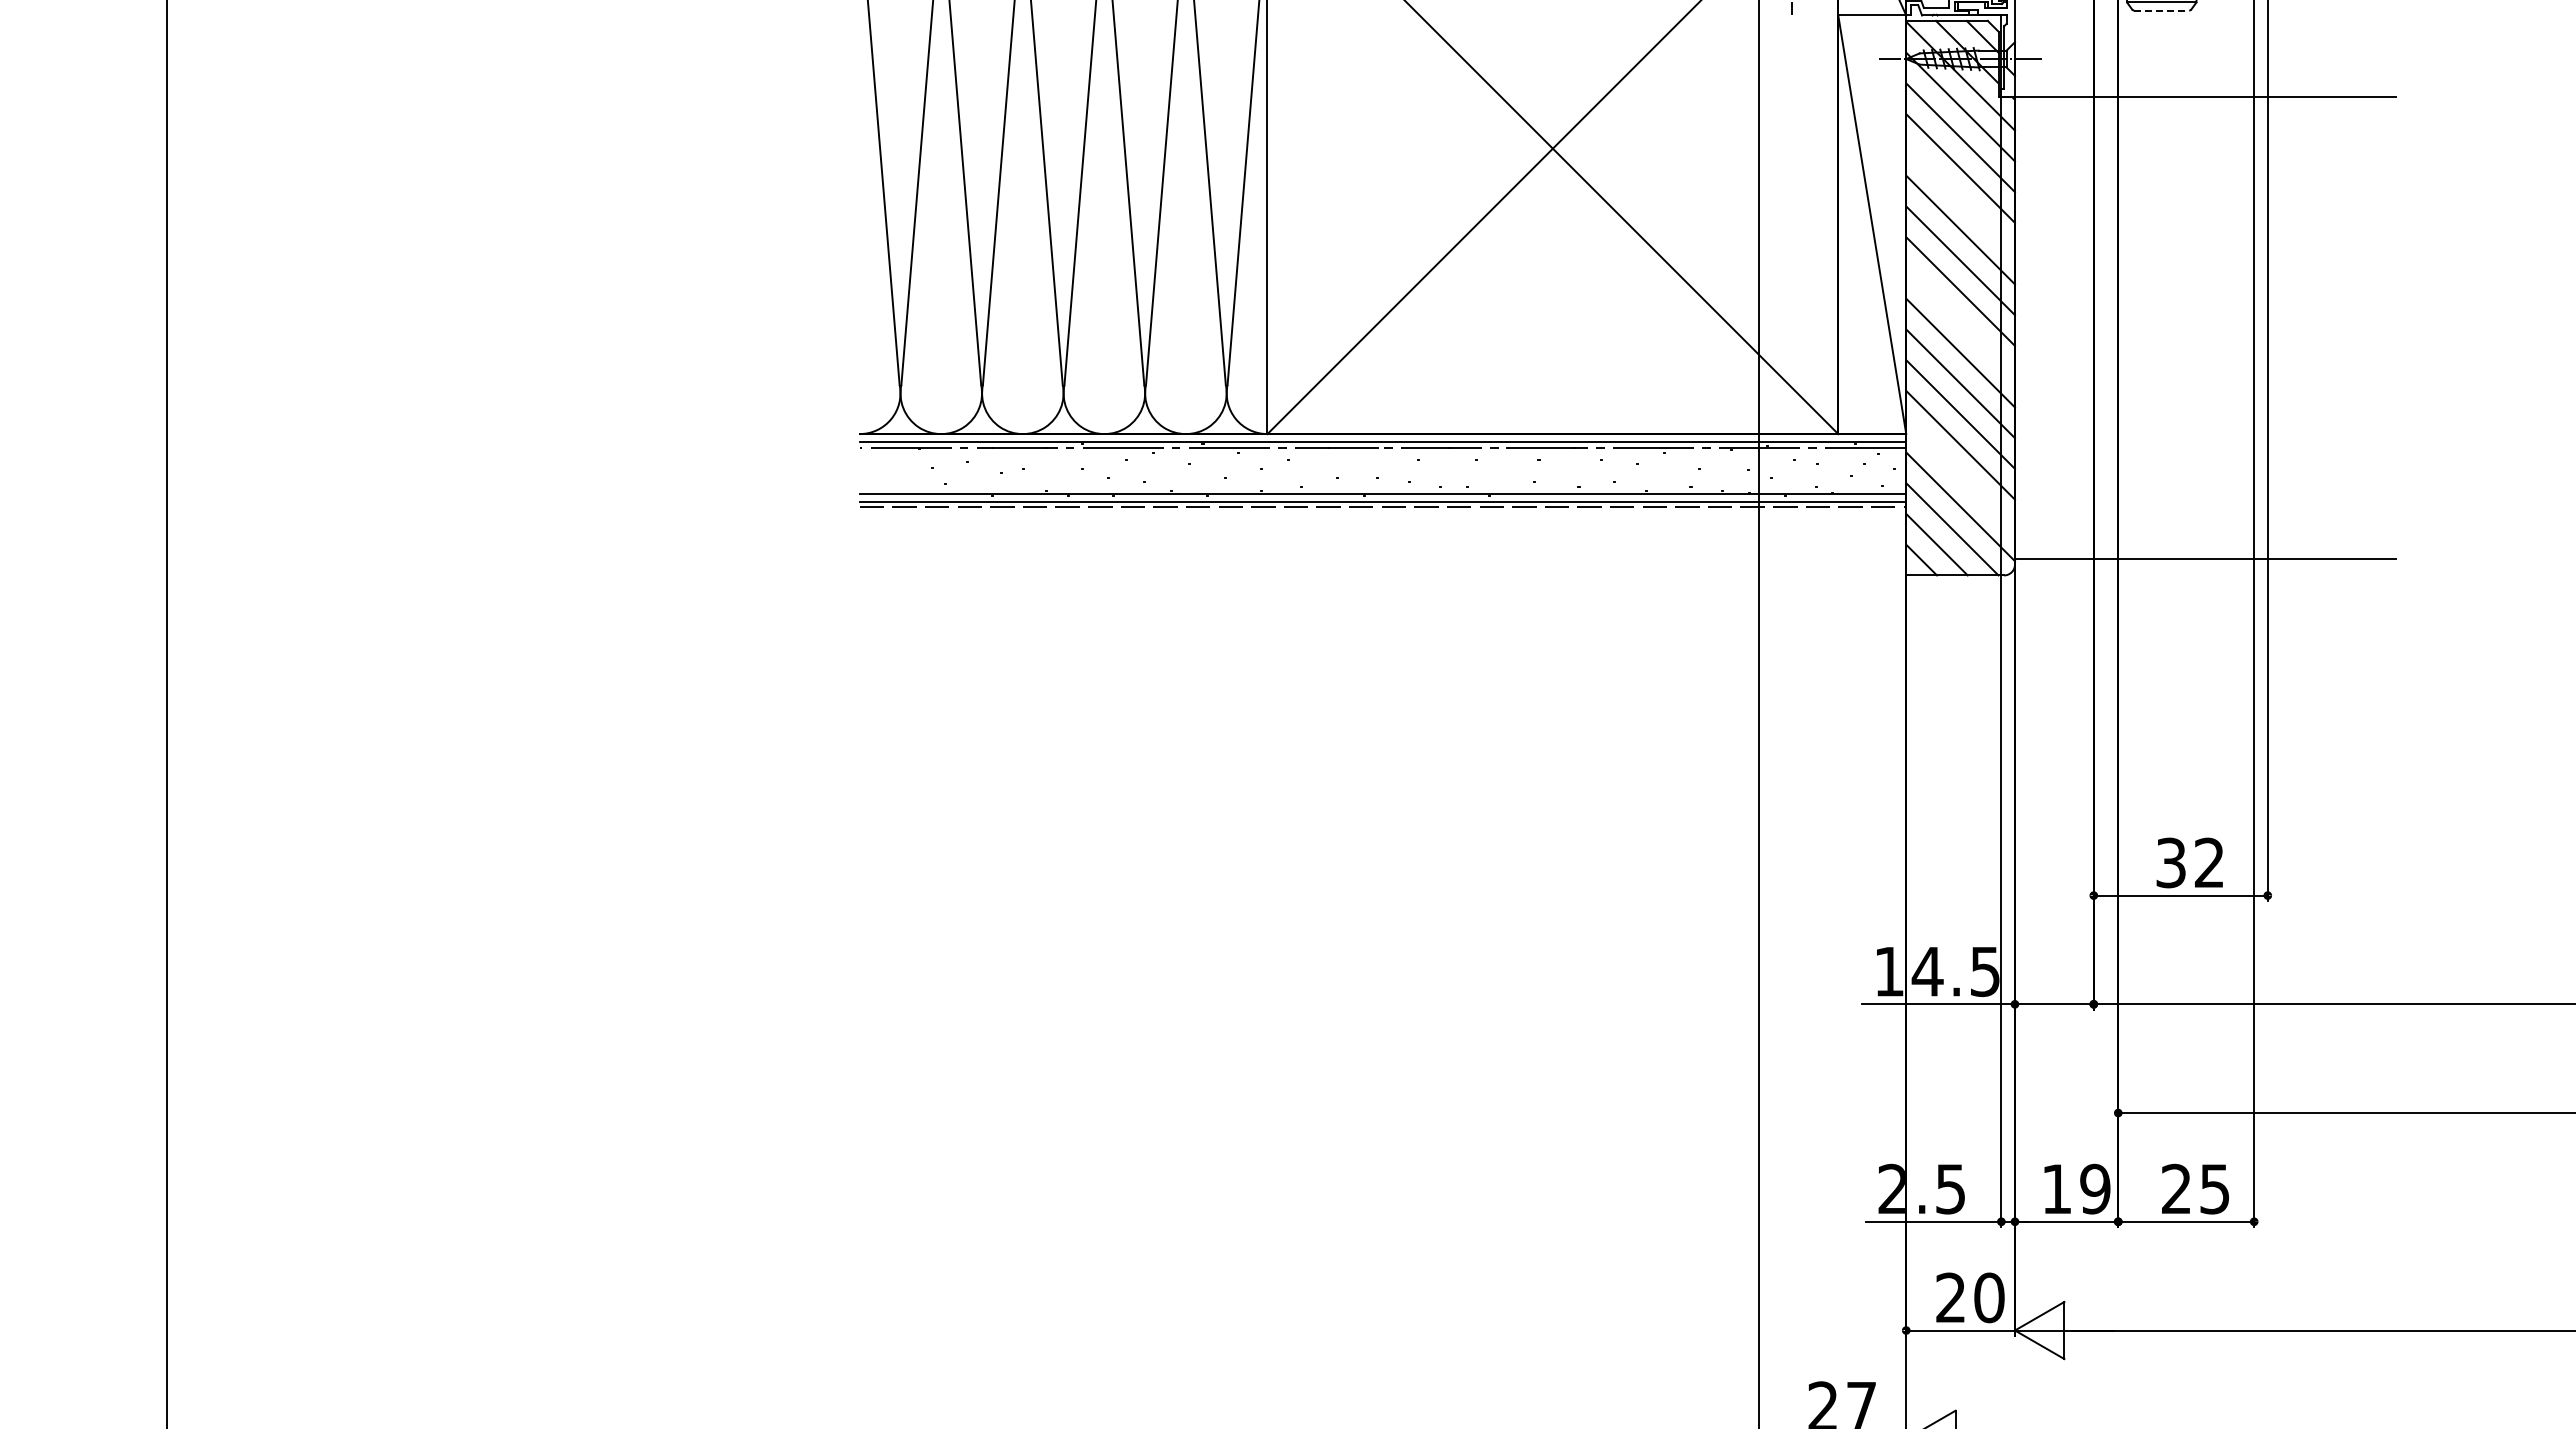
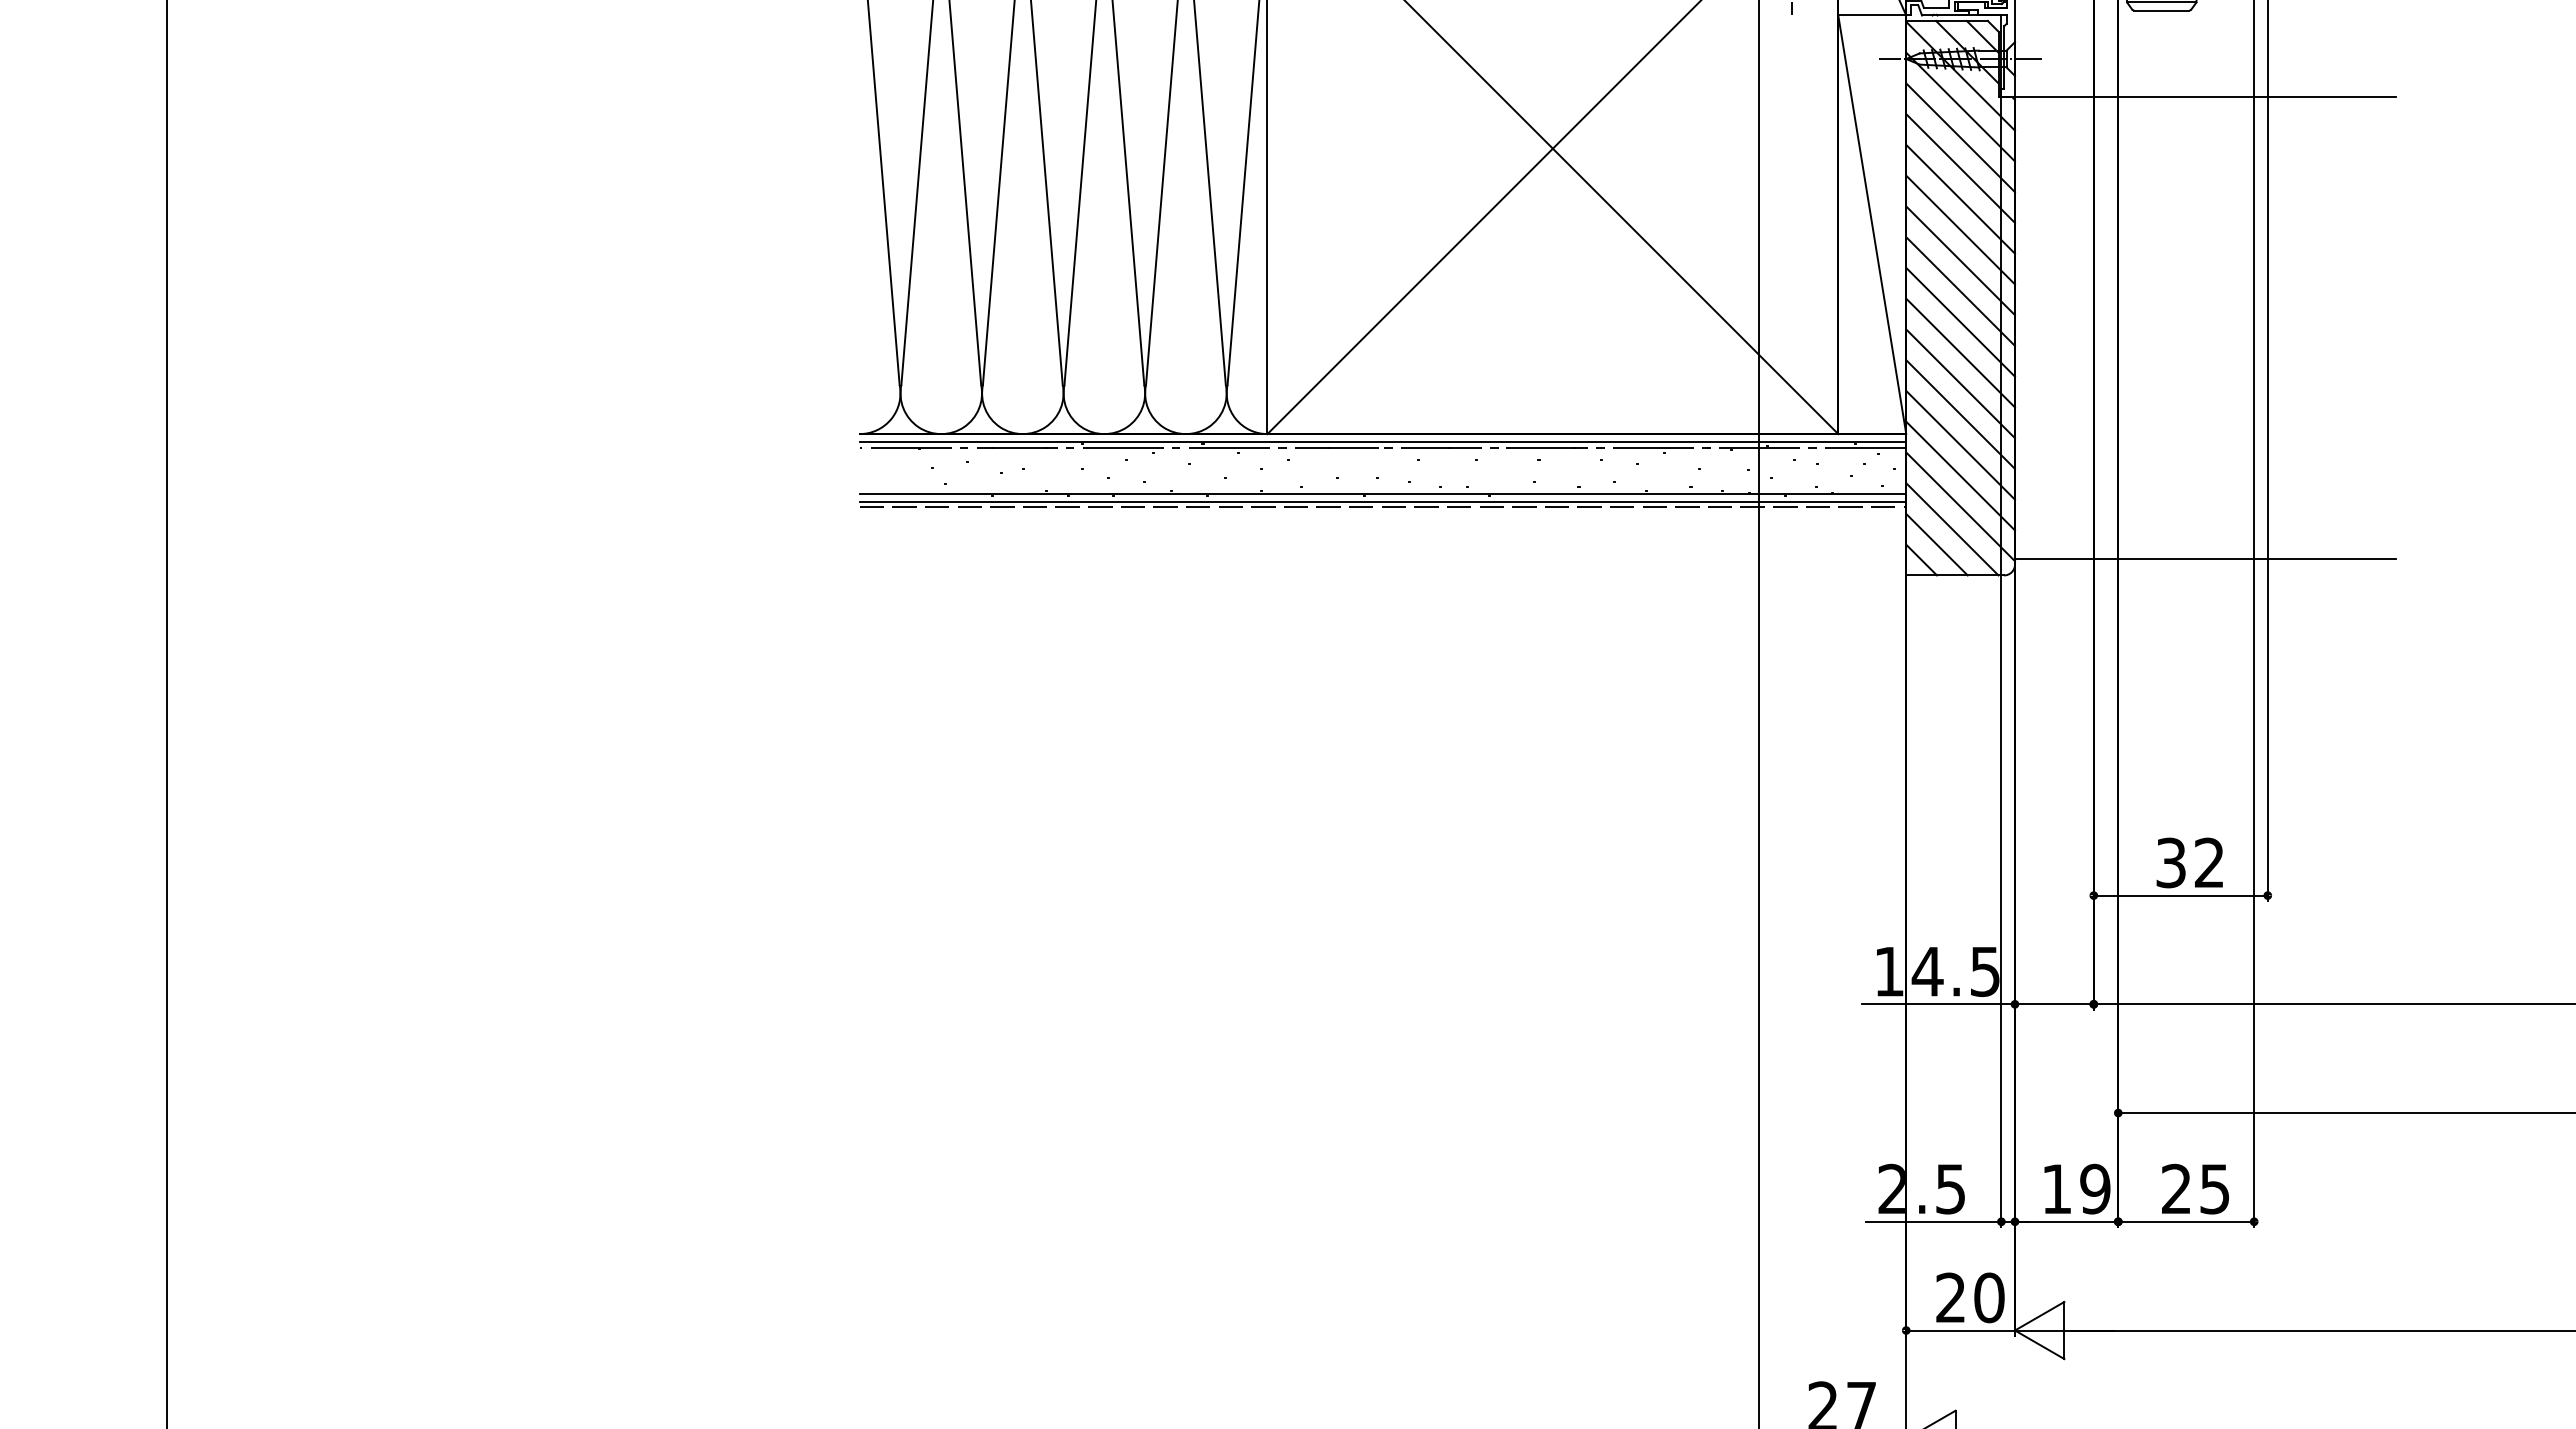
line at (2162, 10): dashed -> solid
line at (1960, 198): none -> present
line at (1960, 321): none -> present
line at (1960, 475): none -> present
